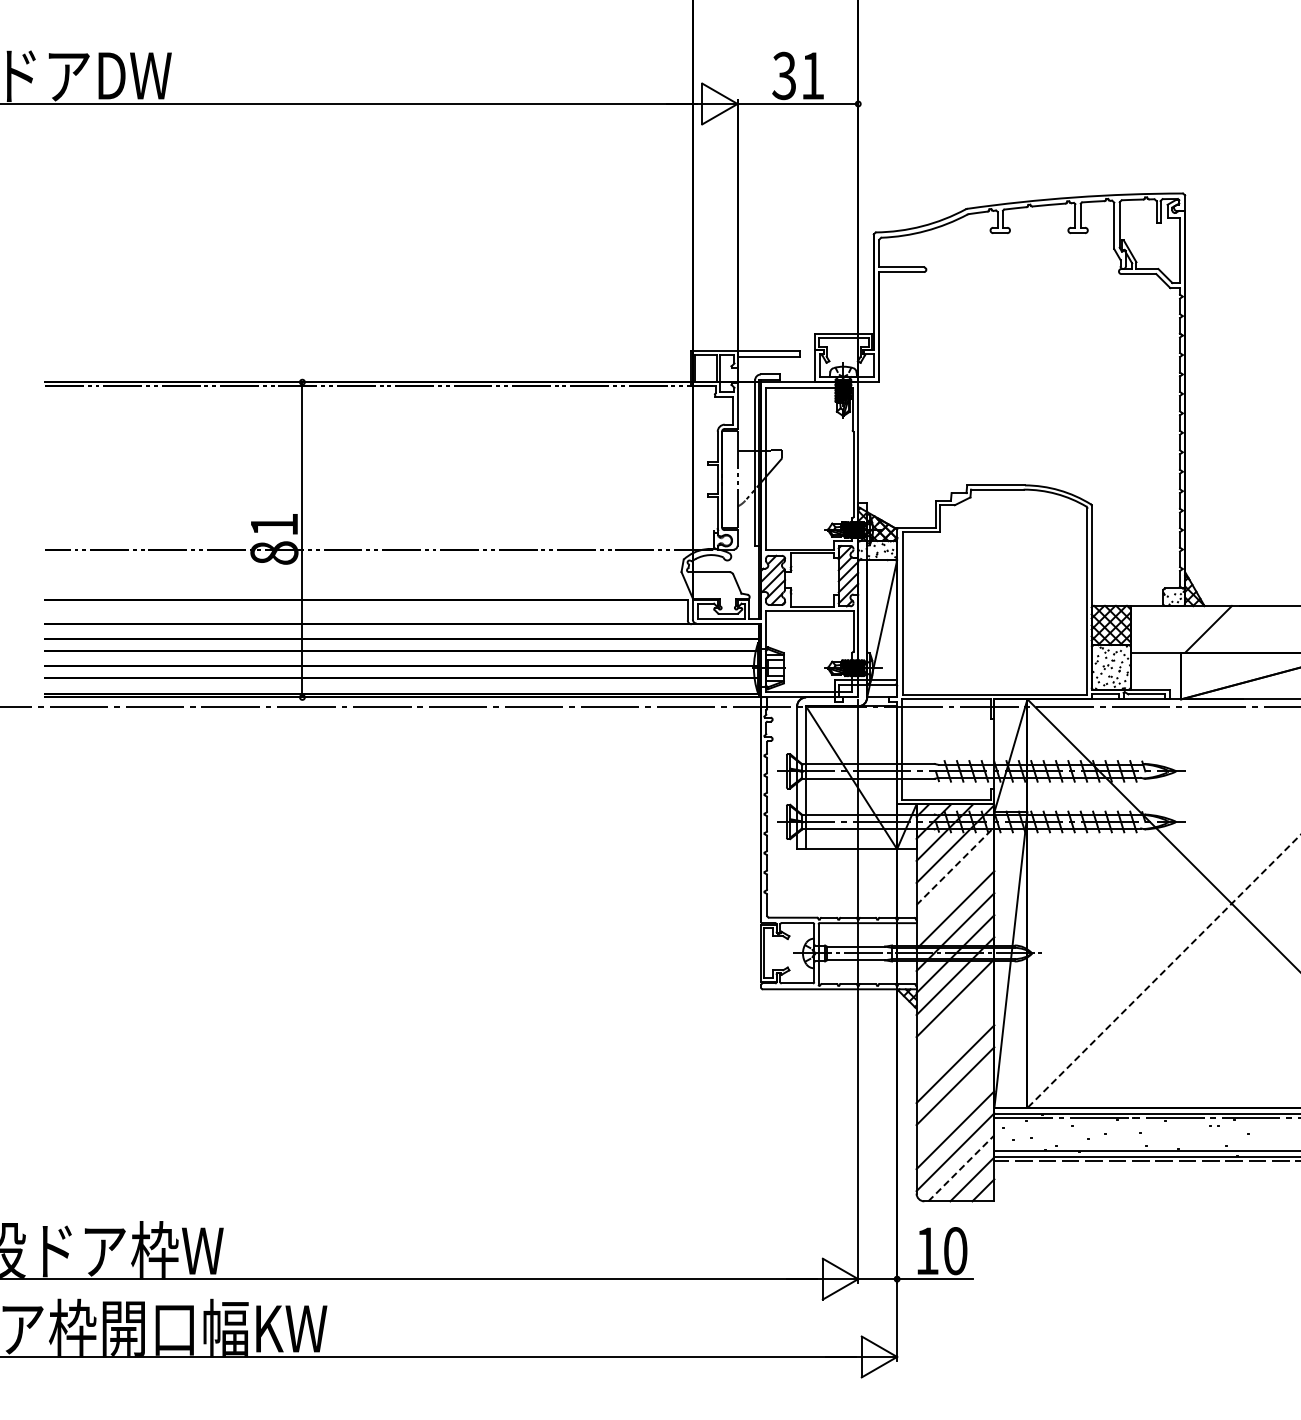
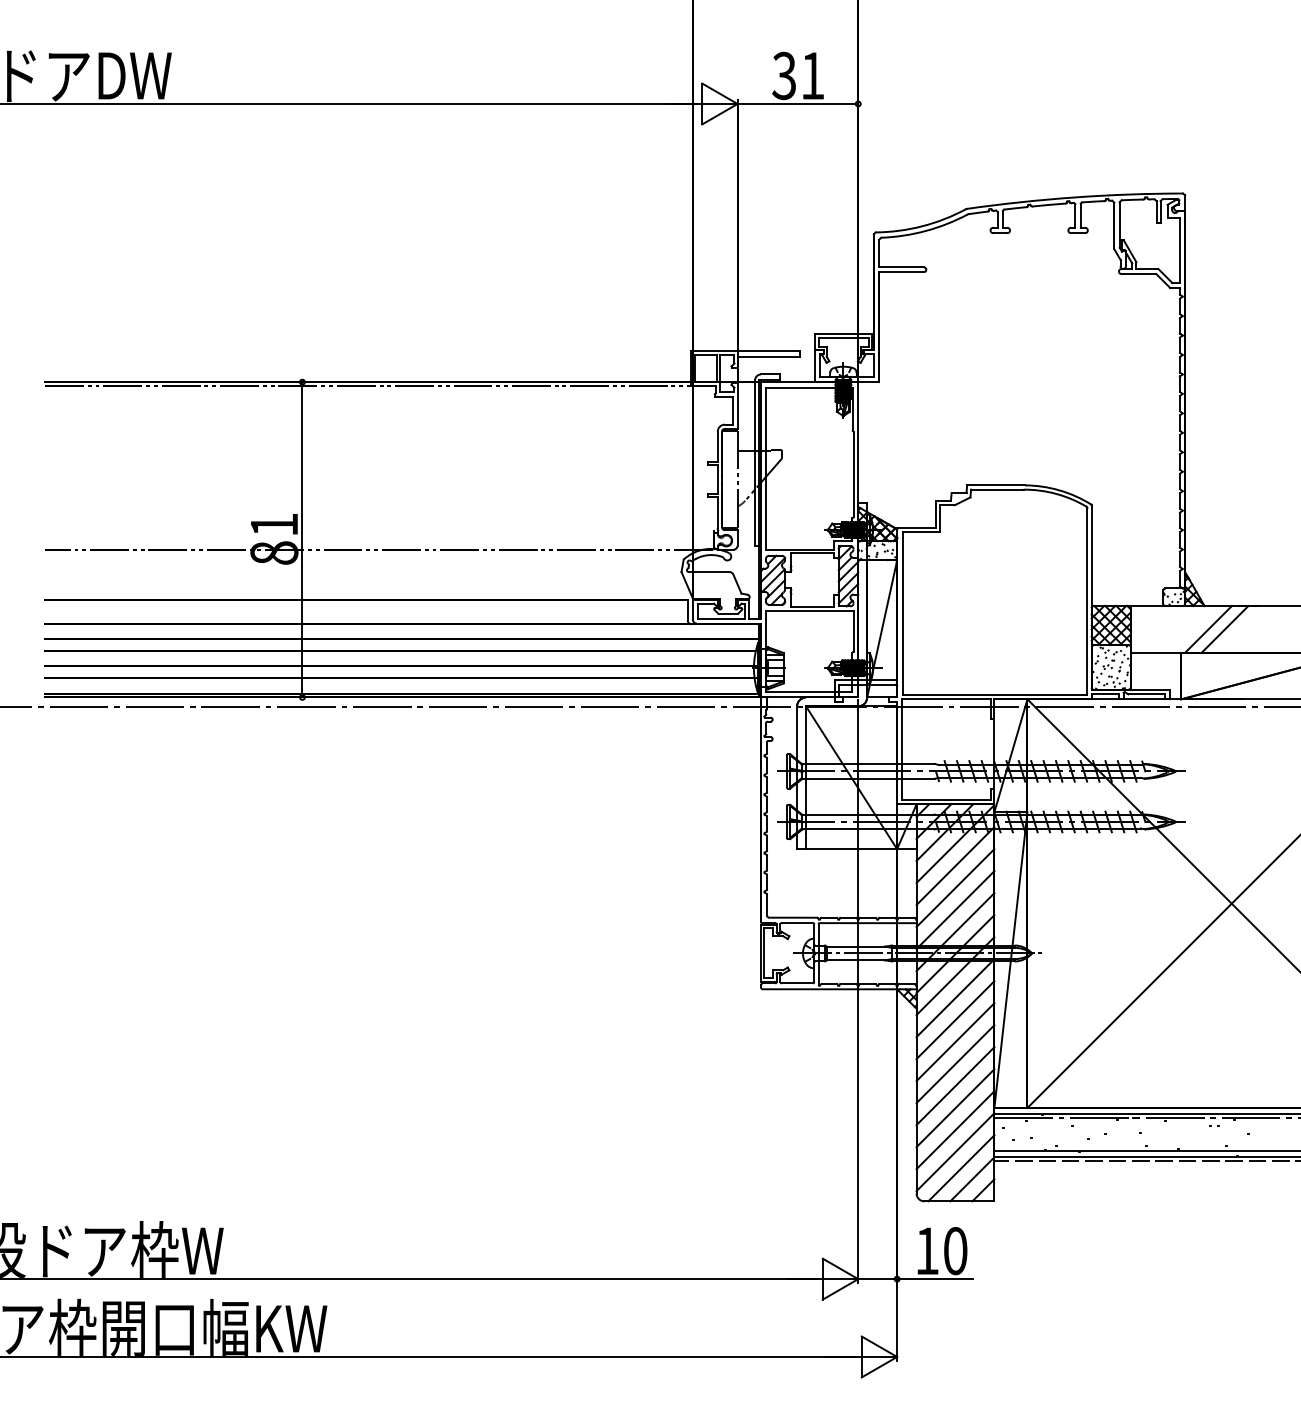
line at (1224, 629): none -> present
line at (955, 865): dashed -> solid
line at (955, 887): none -> present
line at (1163, 971): dashed -> solid
line at (955, 1020): none -> present
line at (955, 1042): none -> present
line at (955, 1108): none -> present
line at (961, 1168): dashed -> solid
